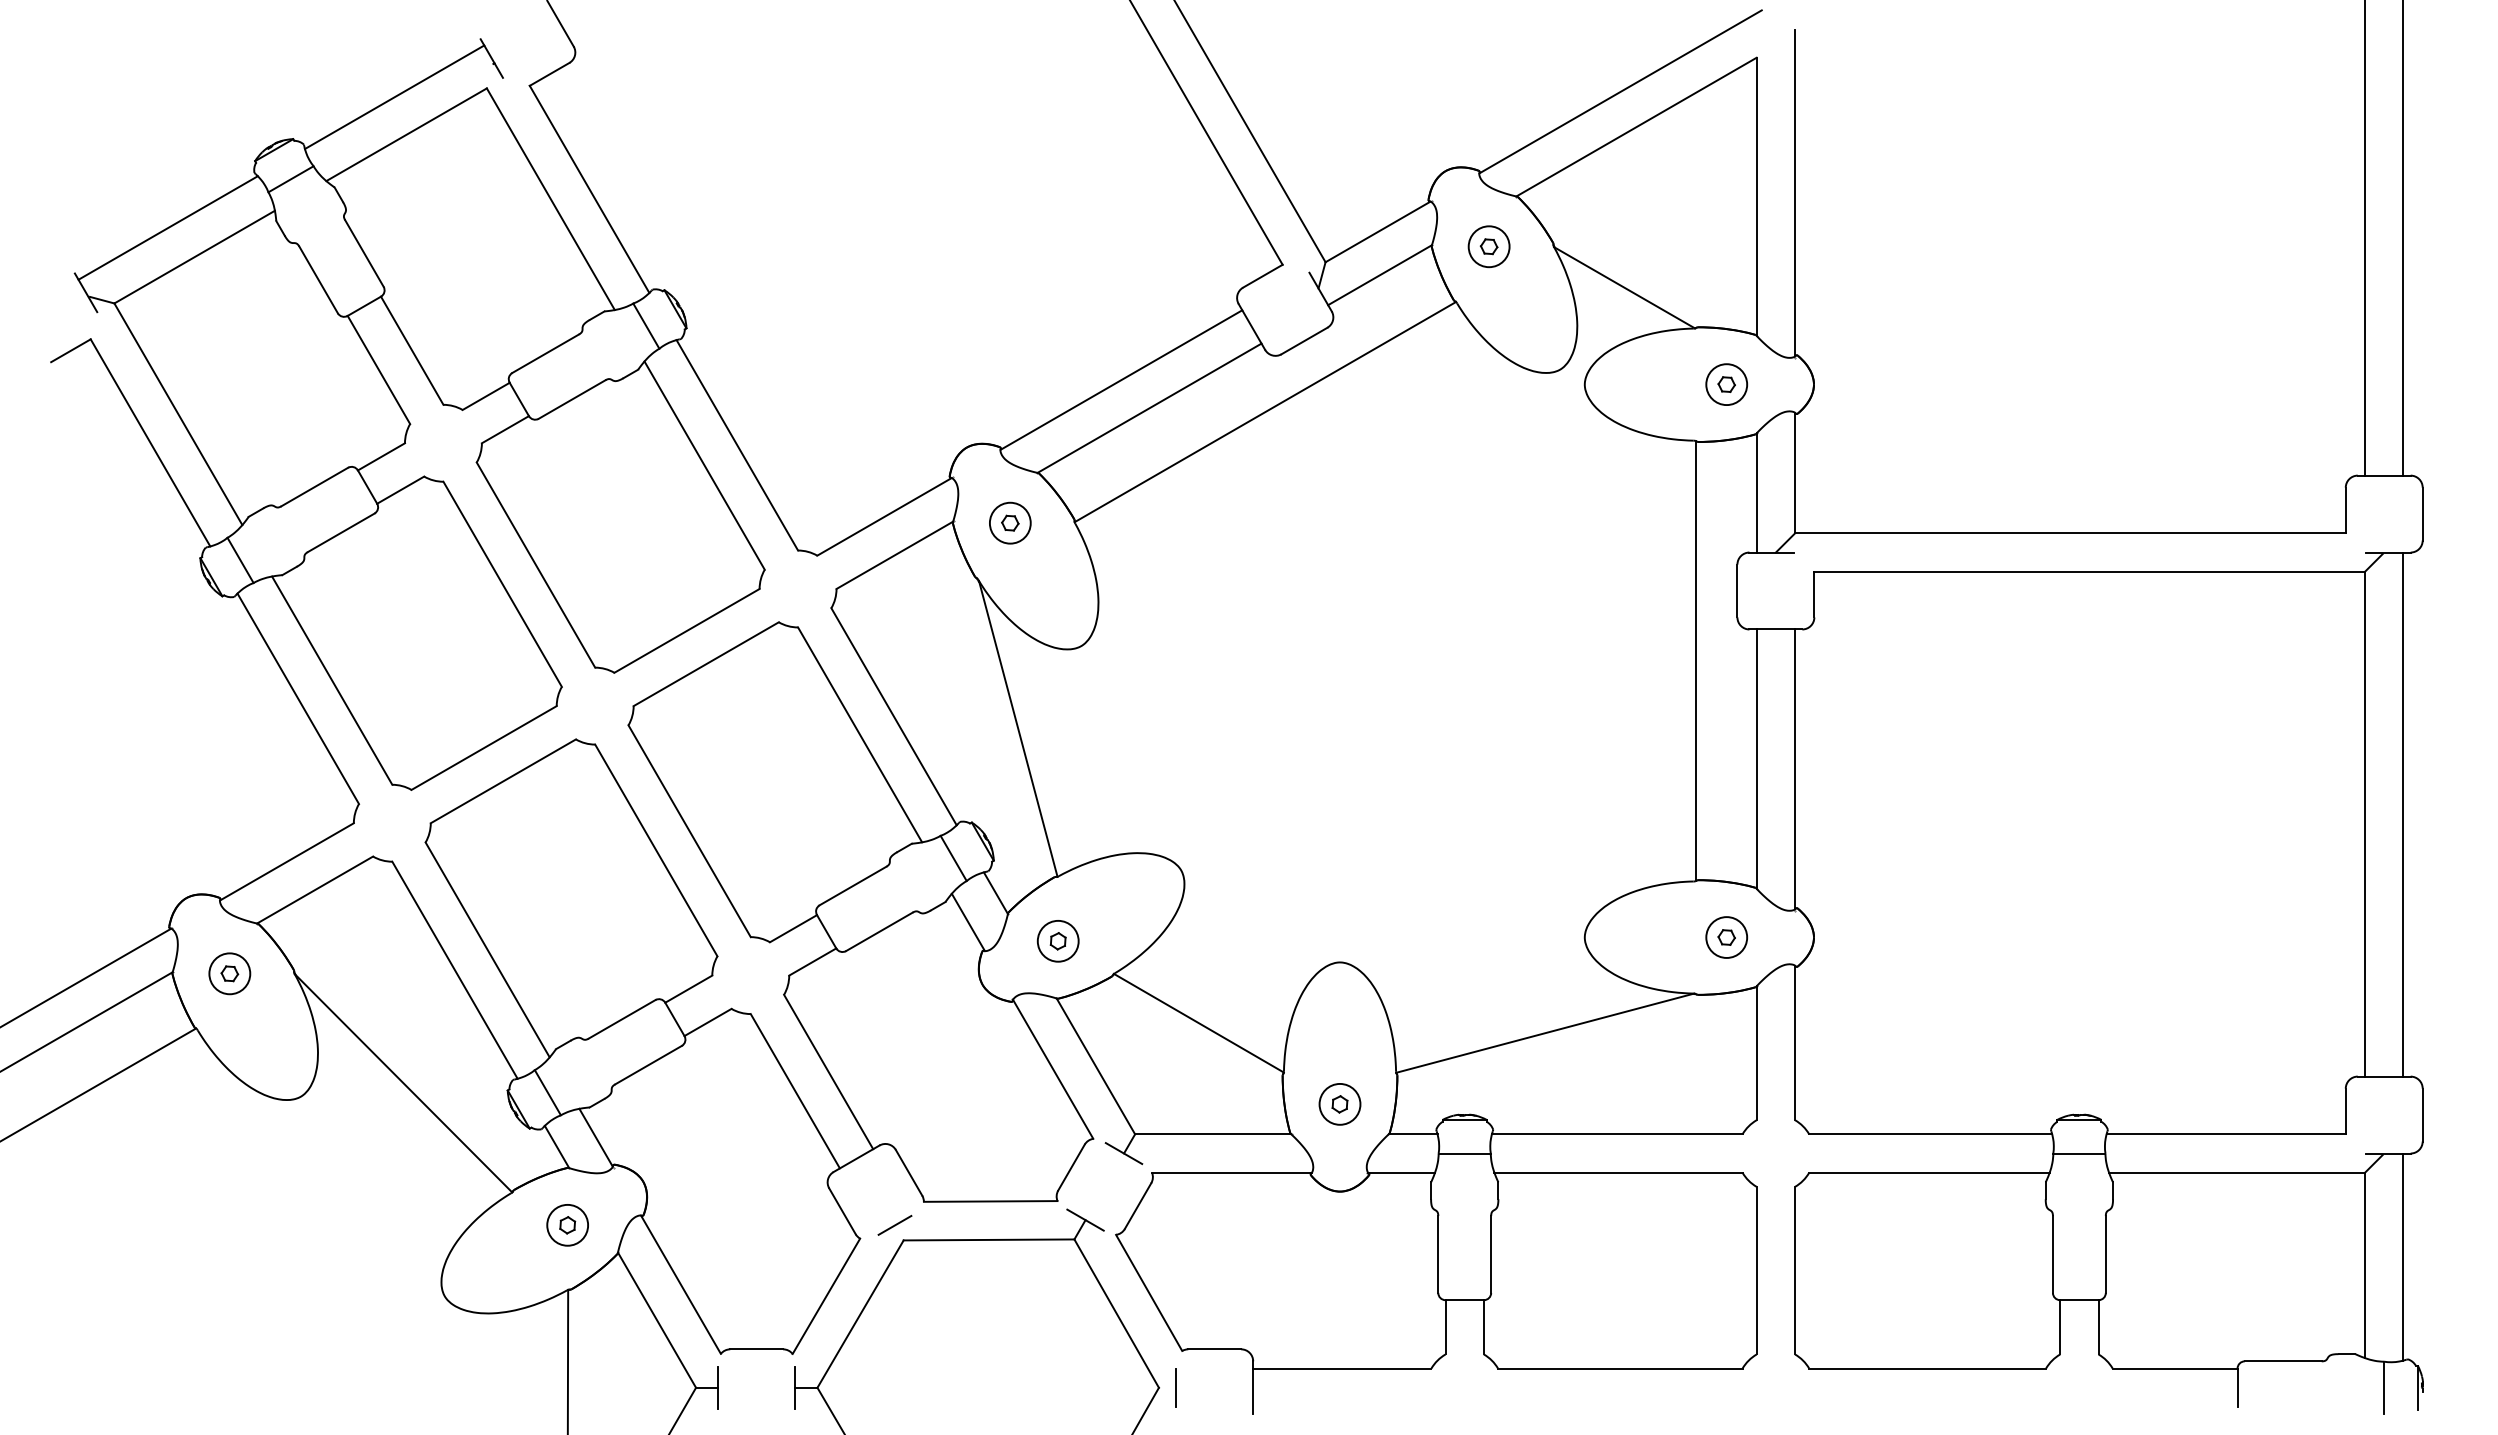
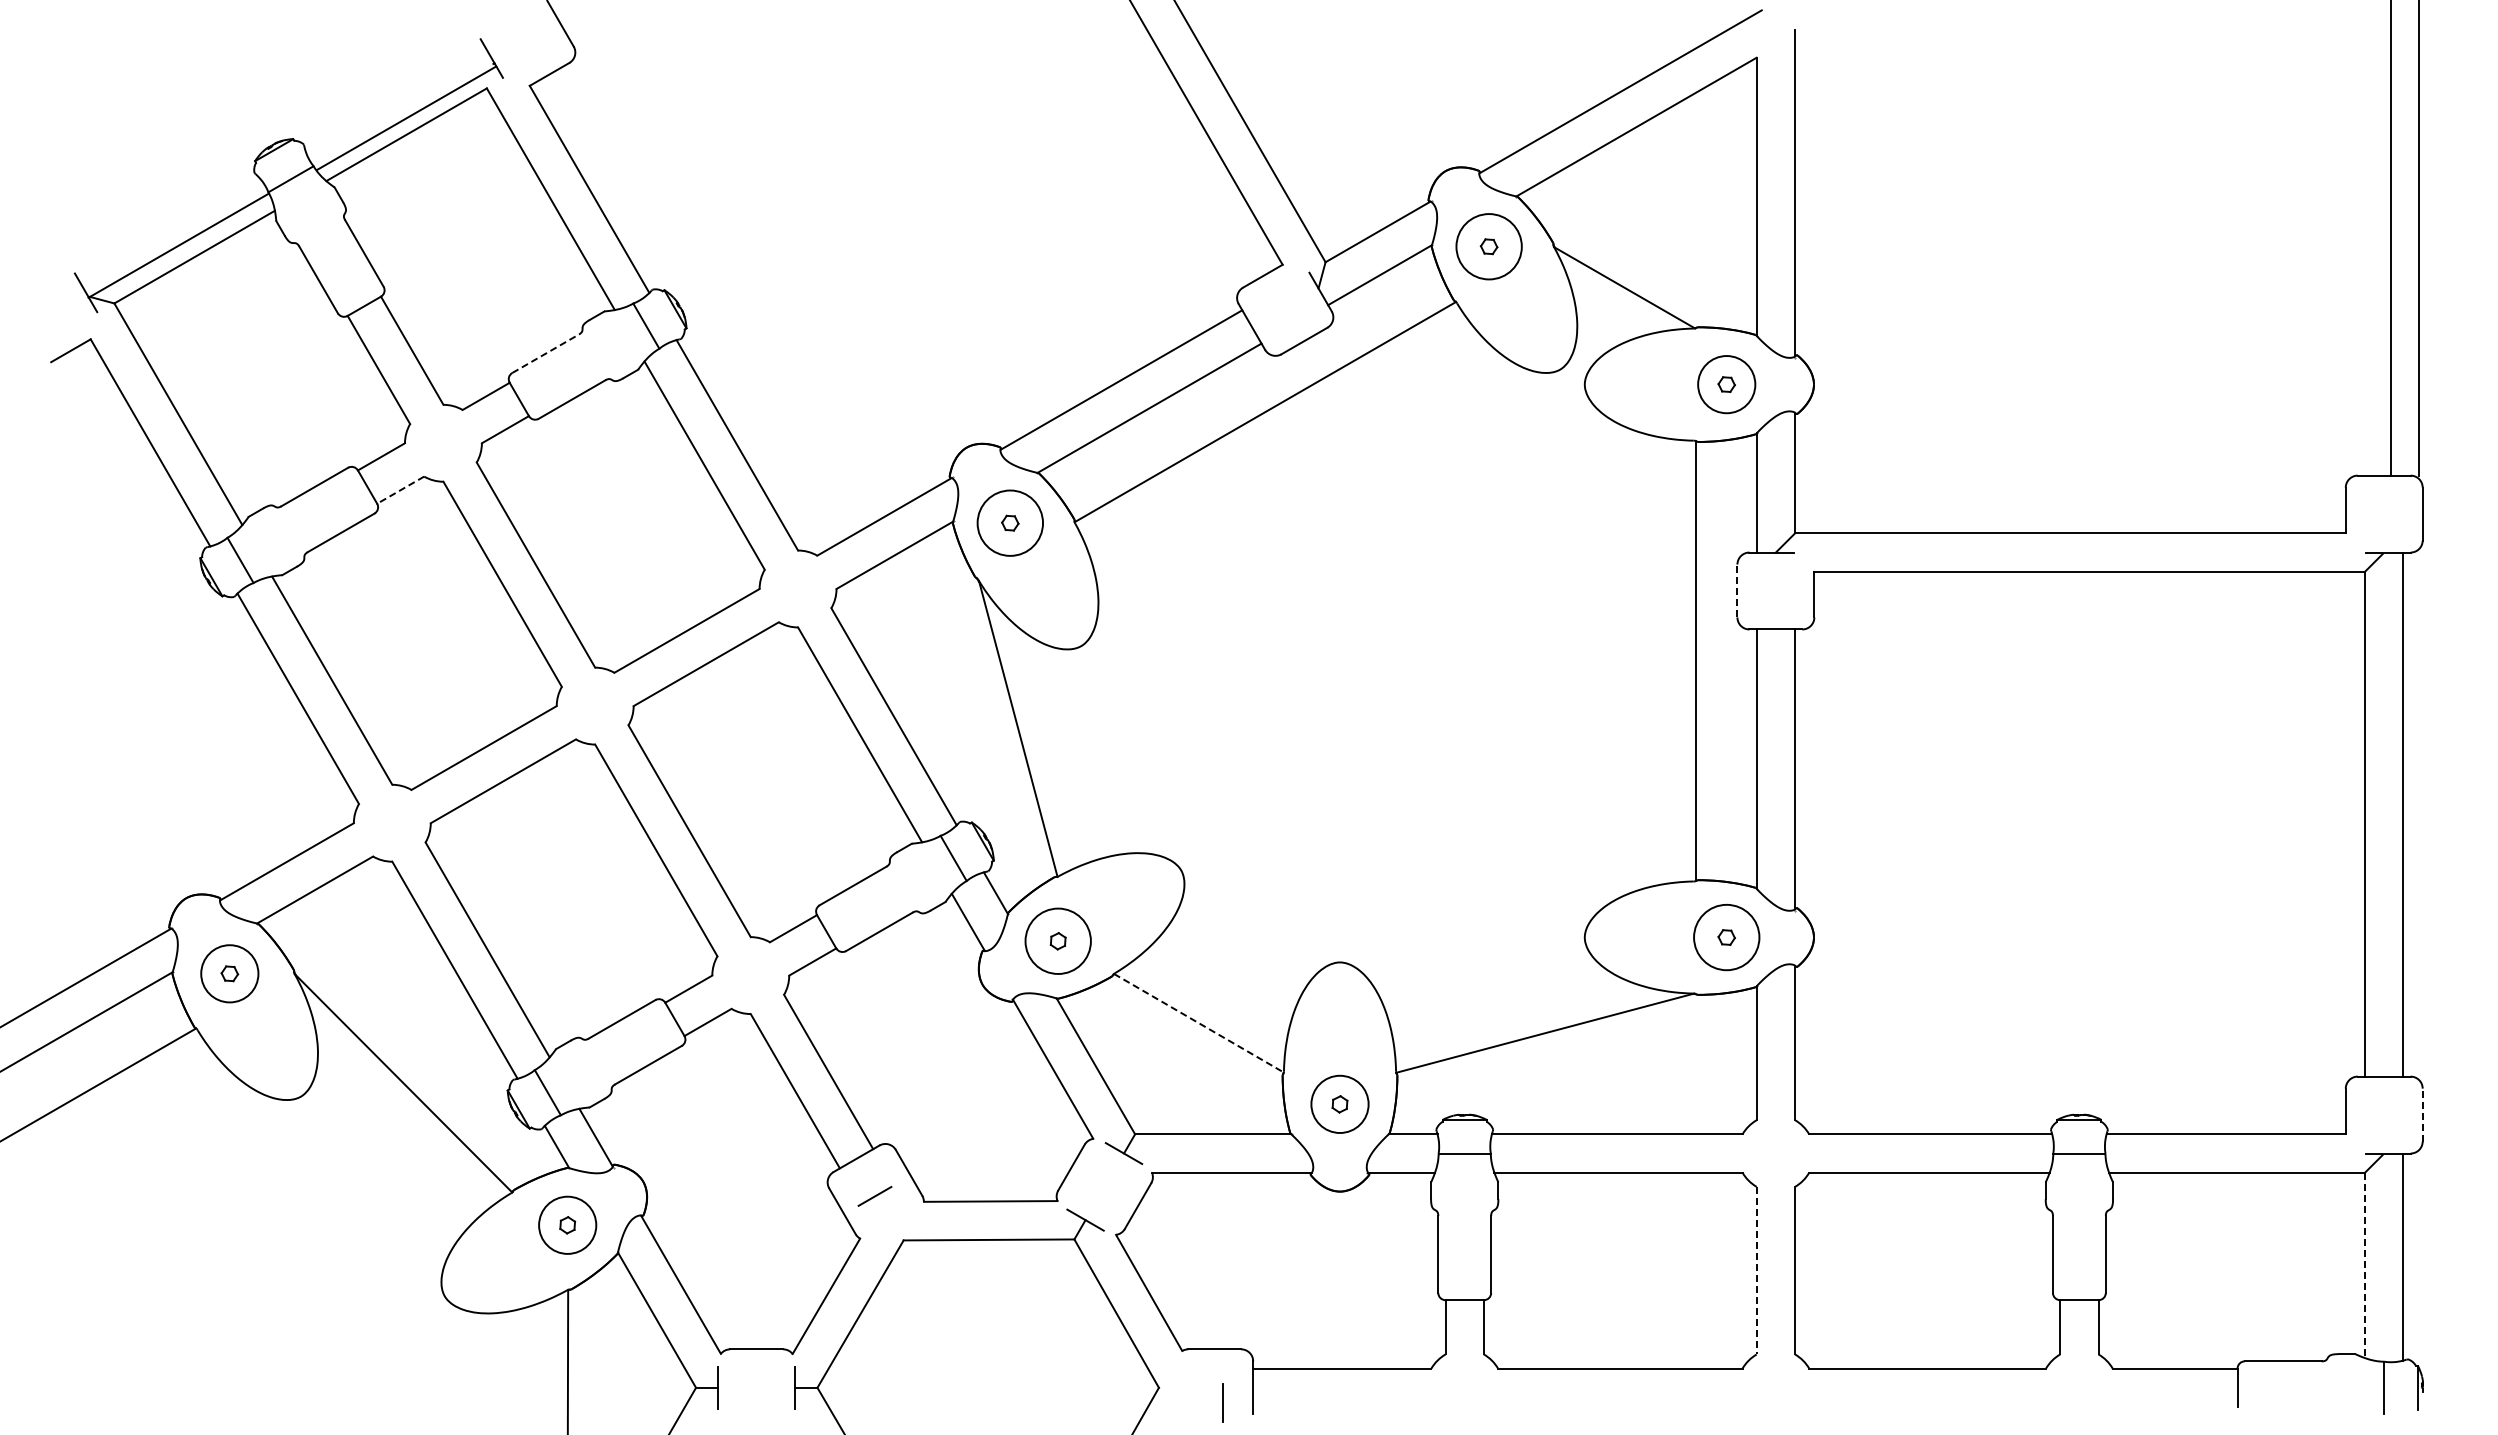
line at (394, 97) position: (394, 97) -> (406, 118)
line at (167, 227) position: (167, 227) -> (177, 245)
line at (2365, 238) position: (2365, 238) -> (2391, 238)
line at (2403, 238) position: (2403, 238) -> (2419, 238)
circle at (1488, 246) diameter: 41 px -> 65 px
line at (546, 353): solid -> dashed
circle at (1726, 384) diameter: 41 px -> 57 px
line at (400, 490): solid -> dashed
circle at (1009, 522) diameter: 41 px -> 65 px
line at (1737, 590): solid -> dashed
circle at (1726, 937) diameter: 41 px -> 65 px
circle at (1057, 940) diameter: 41 px -> 65 px
circle at (229, 973) diameter: 41 px -> 57 px
line at (1199, 1023): solid -> dashed
circle at (1339, 1103) diameter: 41 px -> 57 px
line at (2422, 1114): solid -> dashed
circle at (567, 1224) diameter: 41 px -> 57 px
line at (894, 1224) position: (894, 1224) -> (874, 1195)
line at (2365, 1265): solid -> dashed
line at (1756, 1270): solid -> dashed
line at (1175, 1387) position: (1175, 1387) -> (1222, 1402)
